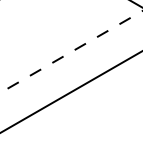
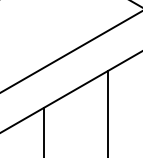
line at (71, 51): dashed -> solid
line at (107, 112): none -> present
line at (44, 130): none -> present
